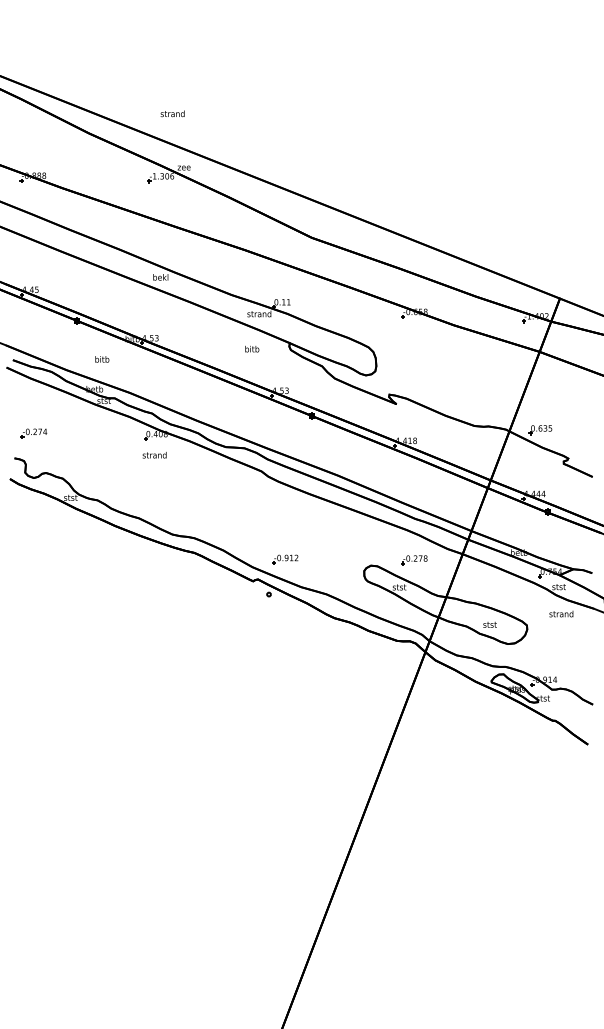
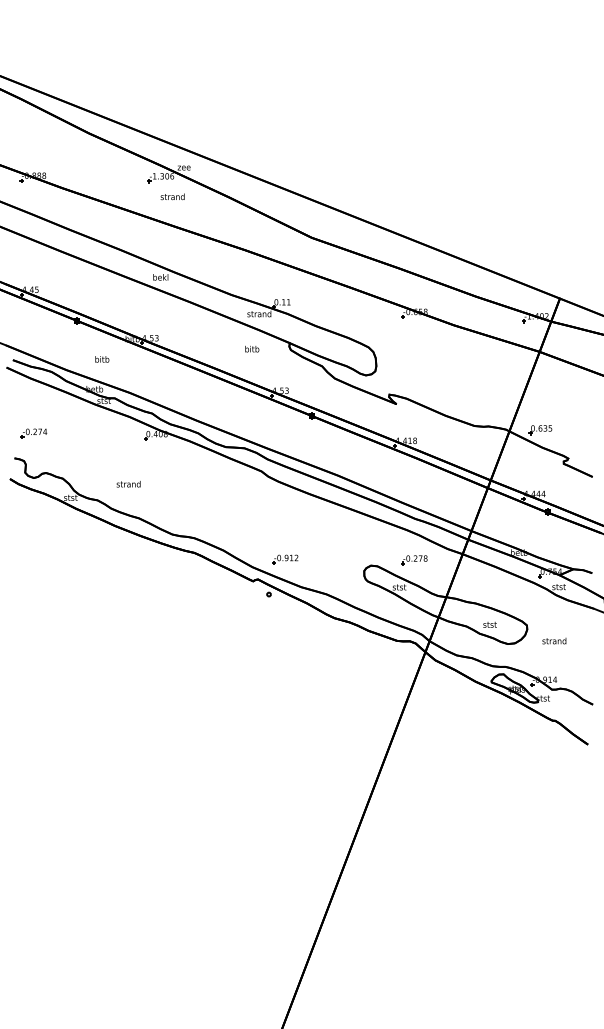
text at (172, 113) position: (172, 113) -> (172, 196)
text at (154, 455) position: (154, 455) -> (128, 484)
text at (561, 613) position: (561, 613) -> (554, 640)
